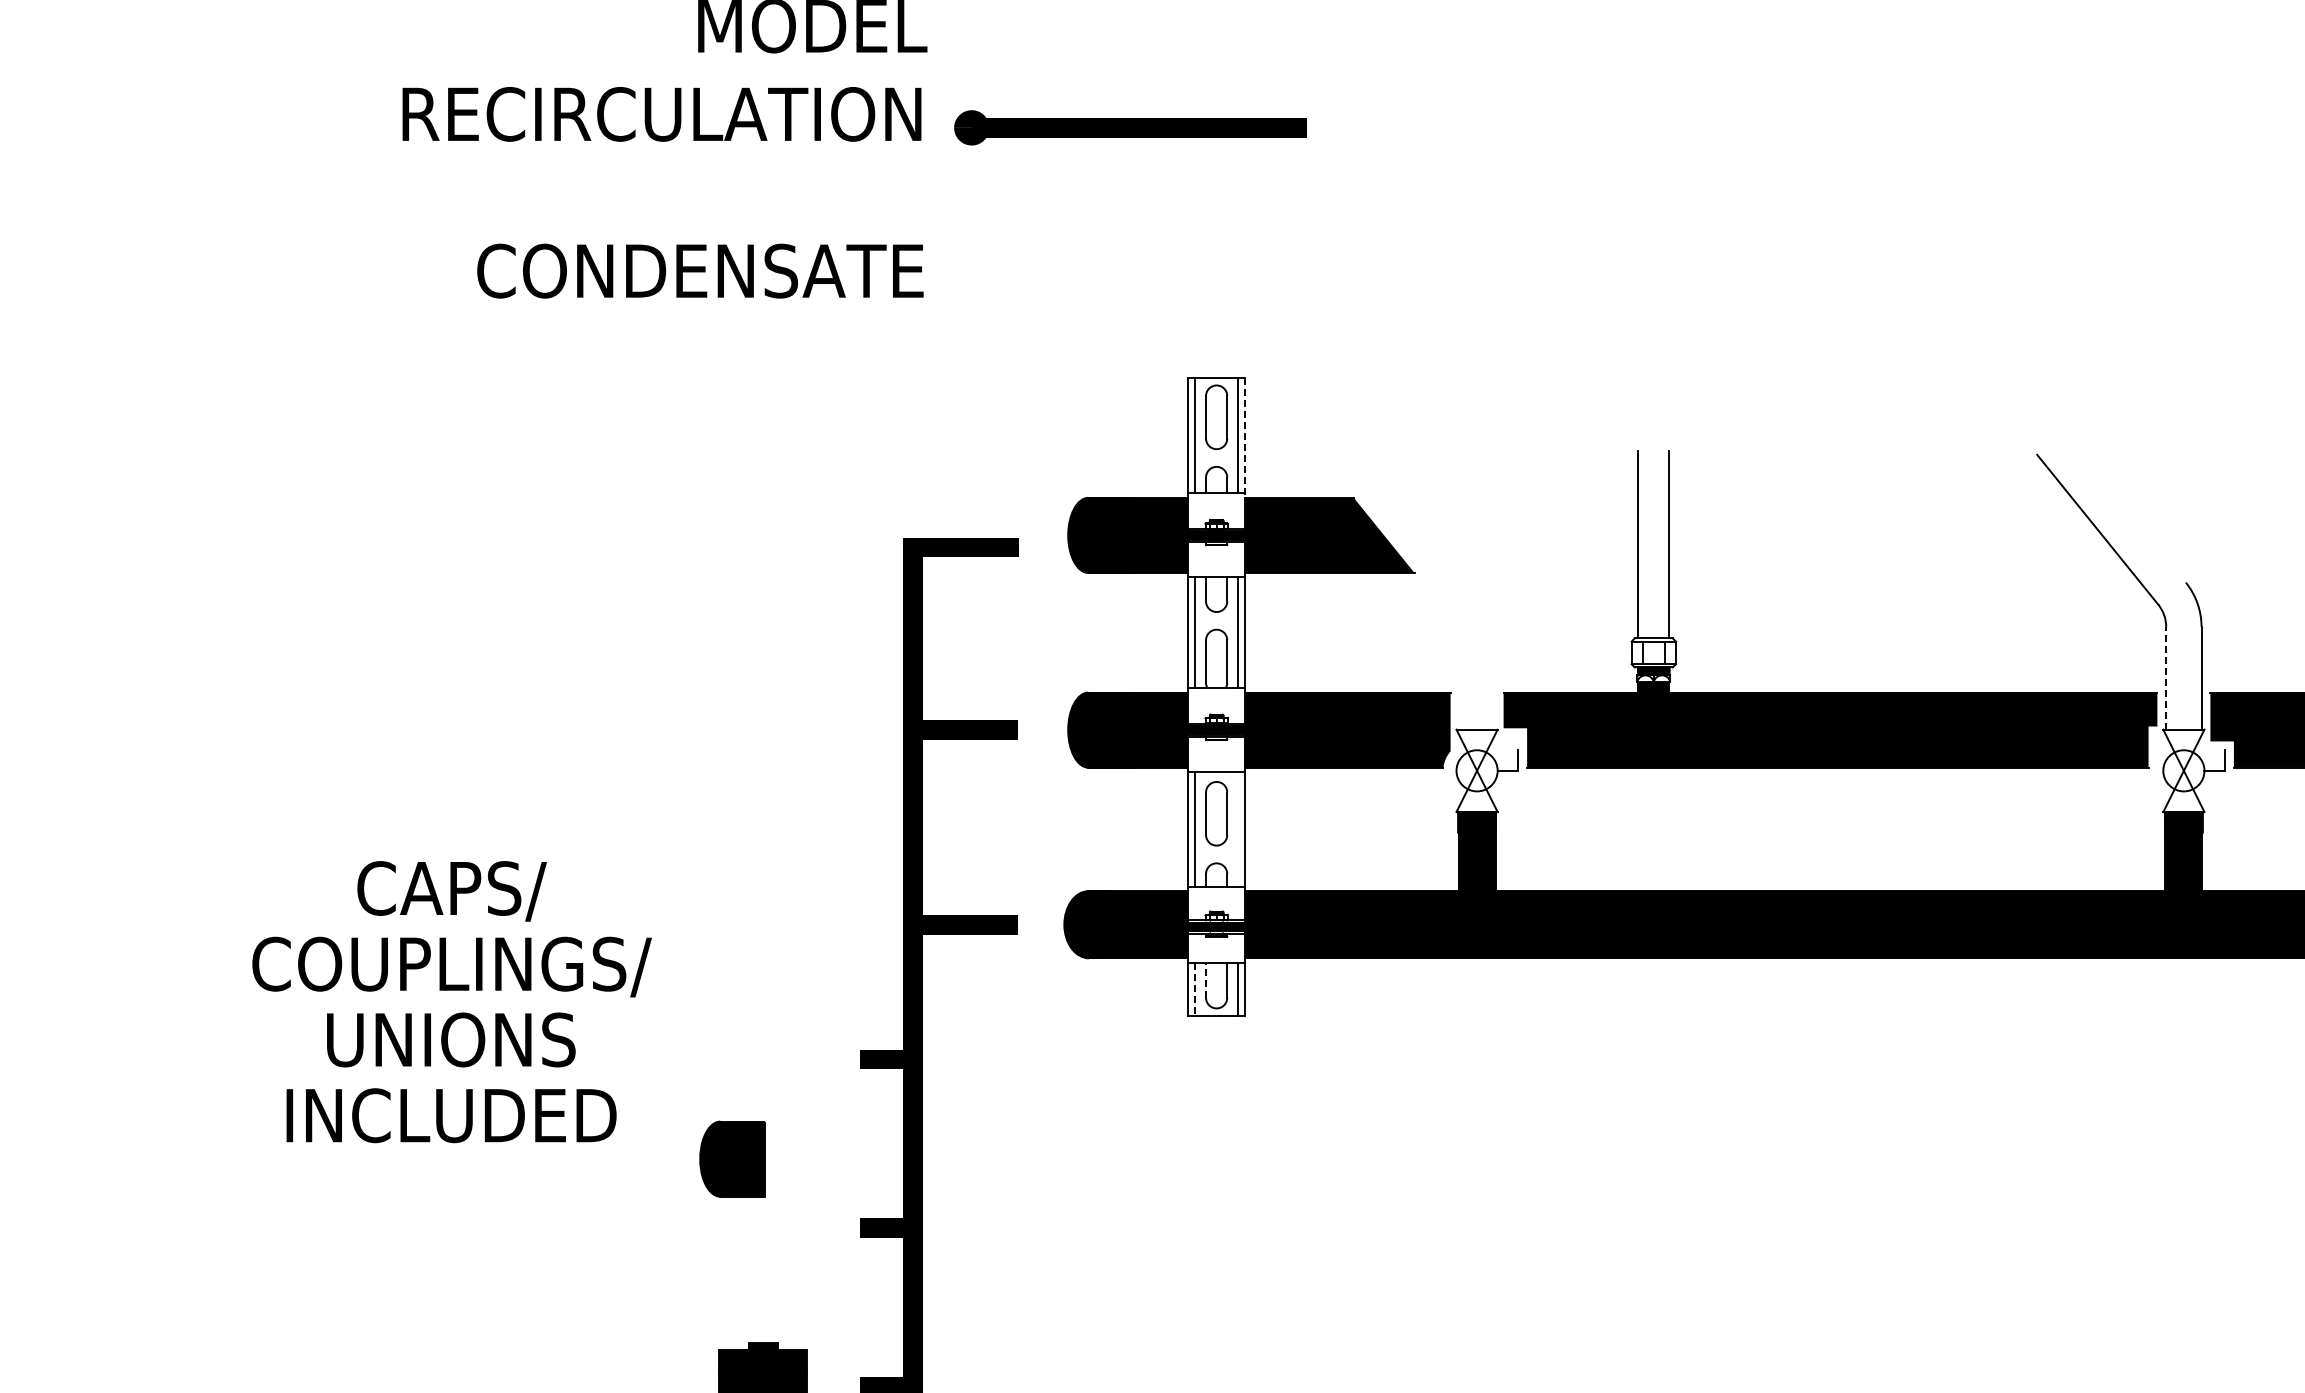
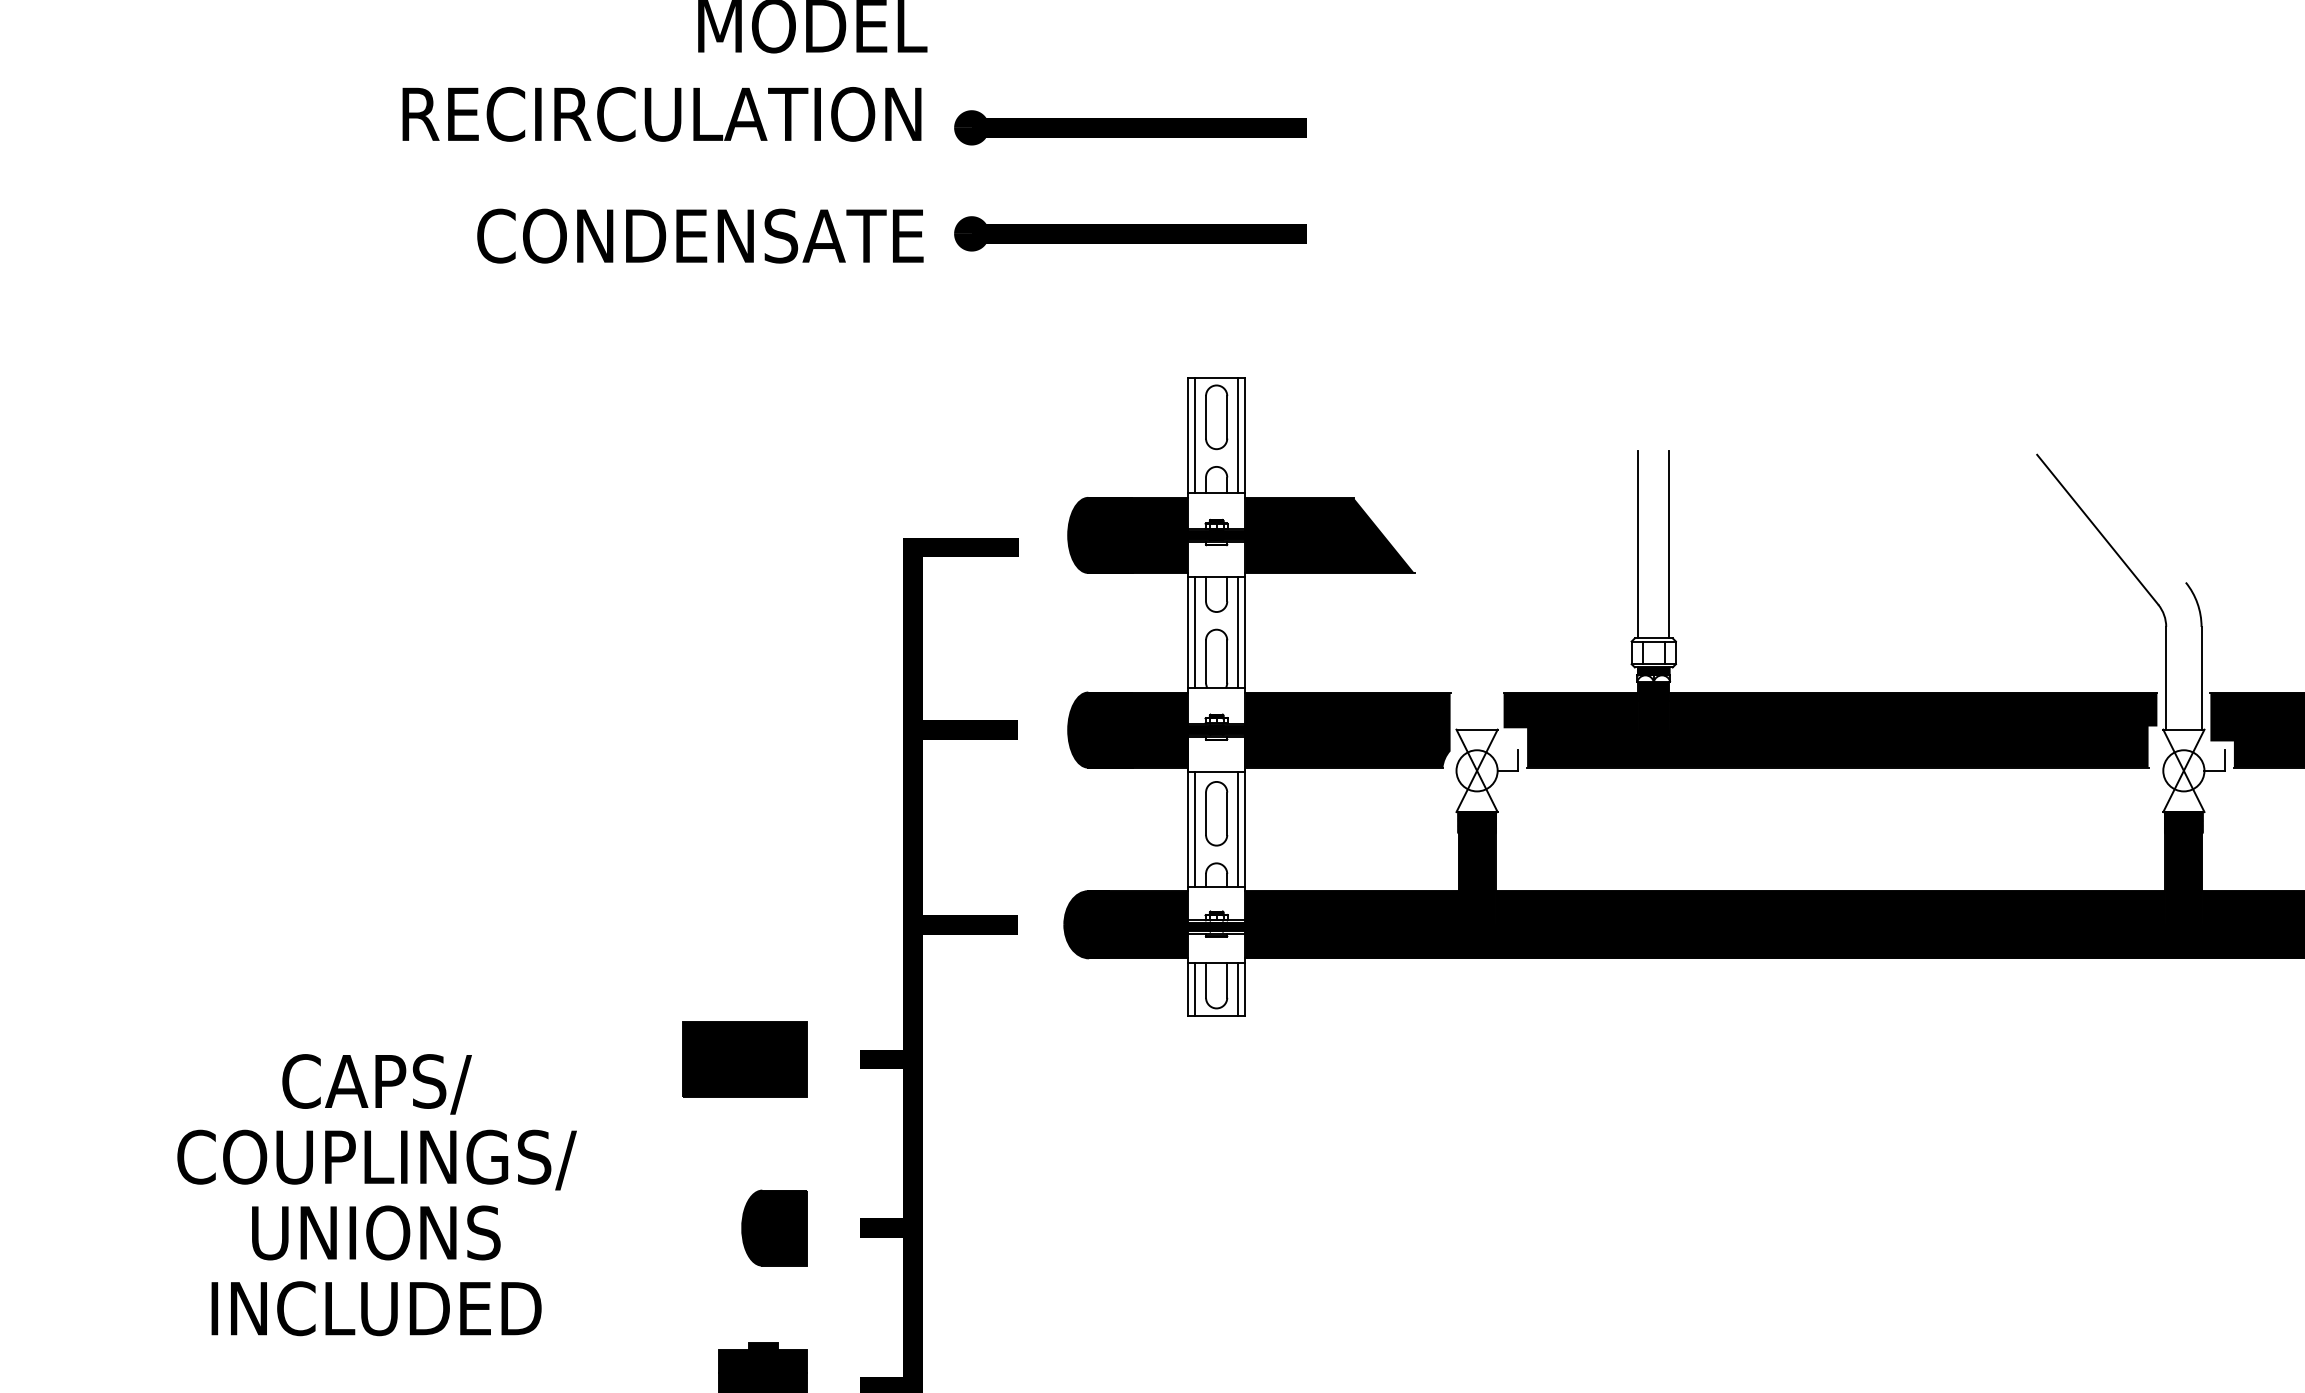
part at (1130, 233): none -> present
text at (700, 270) position: (700, 270) -> (700, 235)
line at (1245, 438): dashed -> solid
line at (2166, 677): dashed -> solid
line at (1238, 829): none -> present
line at (1206, 980): dashed -> solid
line at (1194, 989): dashed -> solid
text at (451, 1002) position: (451, 1002) -> (376, 1195)
part at (744, 1059): none -> present
part at (732, 1158) position: (732, 1158) -> (774, 1227)
